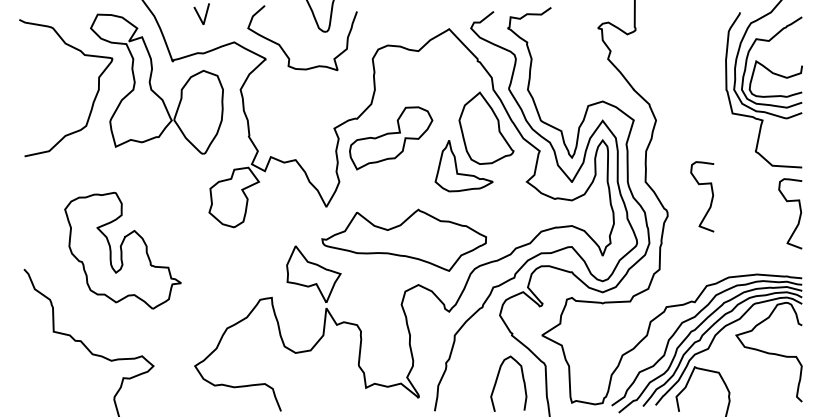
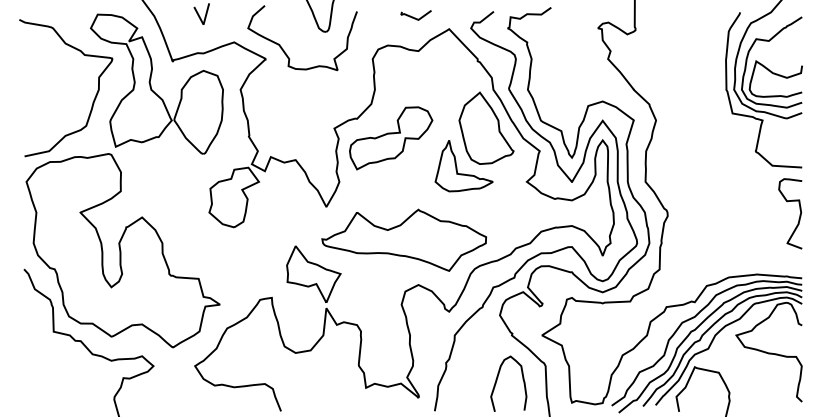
line at (415, 17): none -> present
curve at (711, 197): present -> none
part at (122, 250) size: 118x119 px -> 196x196 px
